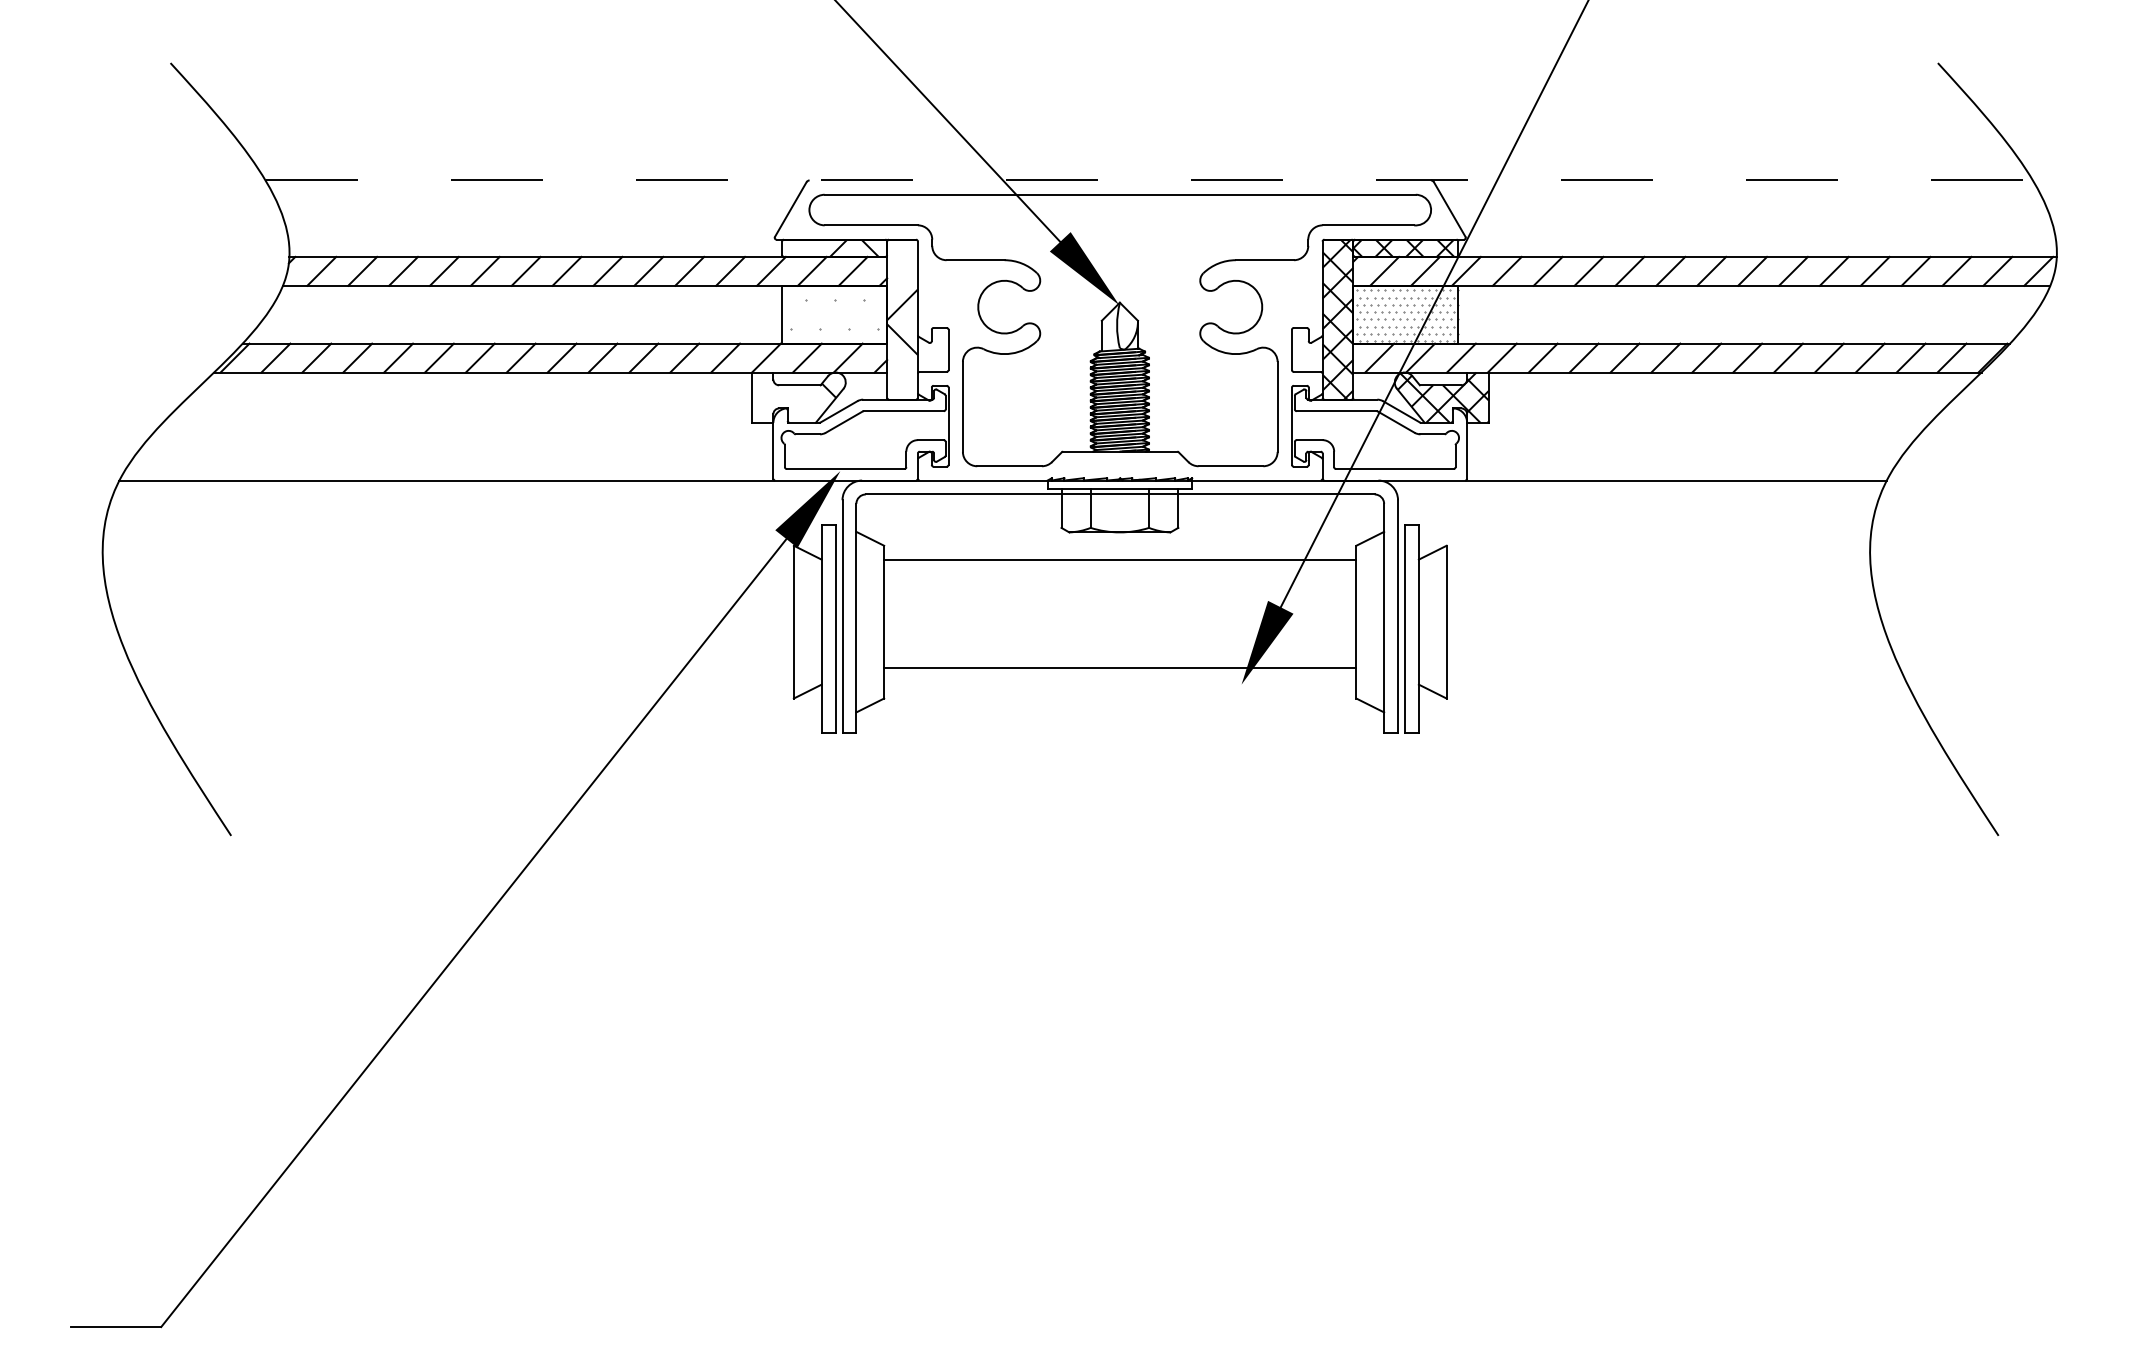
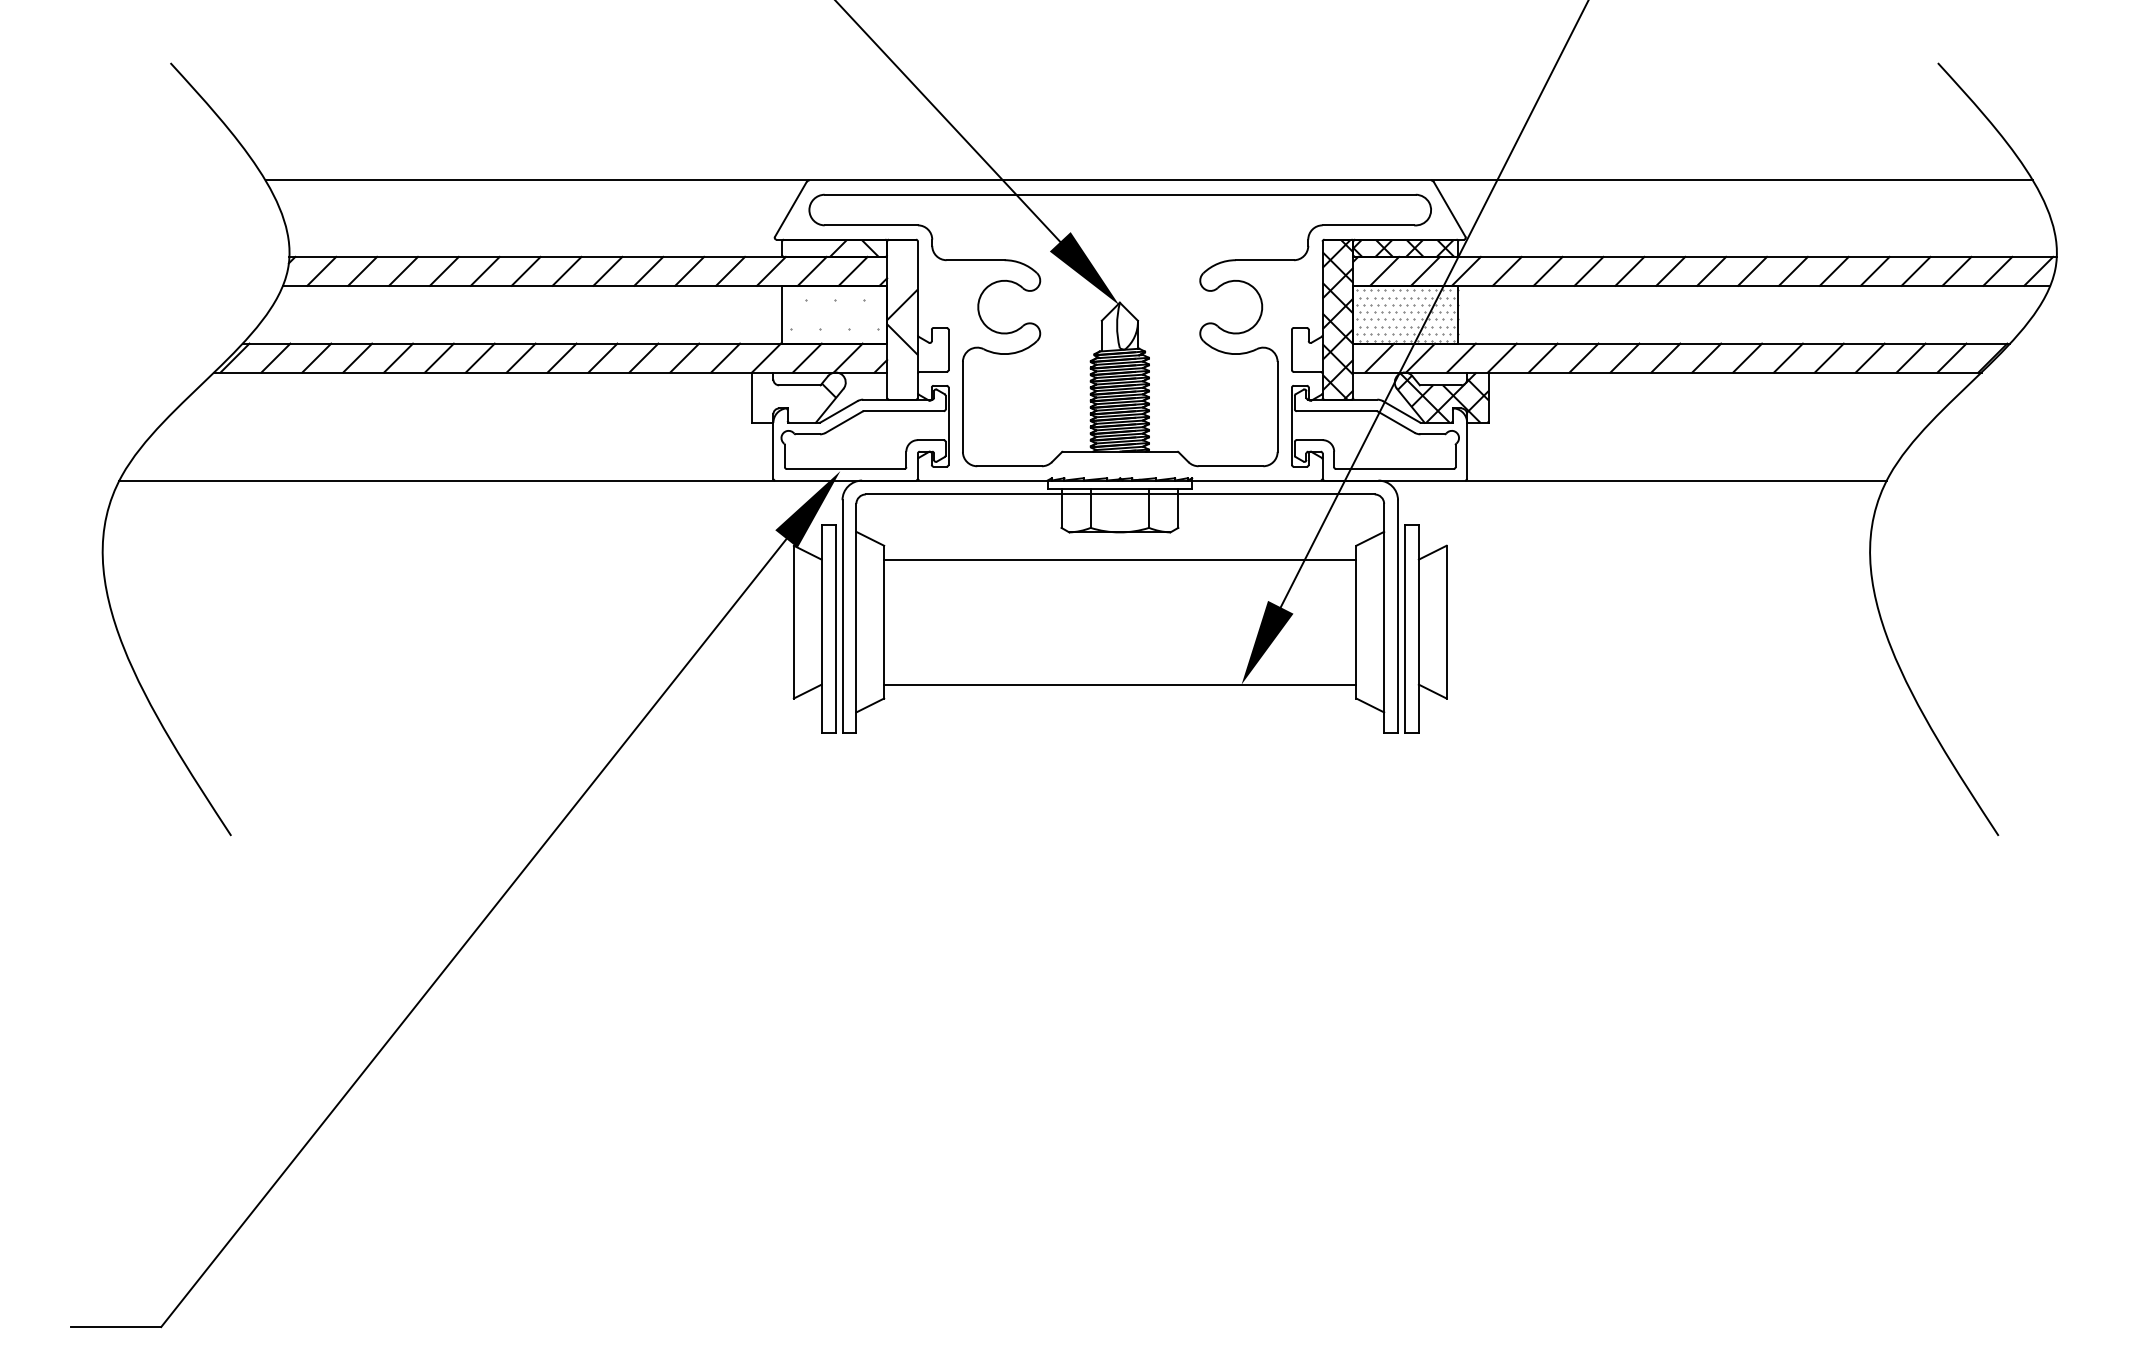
line at (1149, 180): dashed -> solid
line at (1120, 667) position: (1120, 667) -> (1120, 684)
